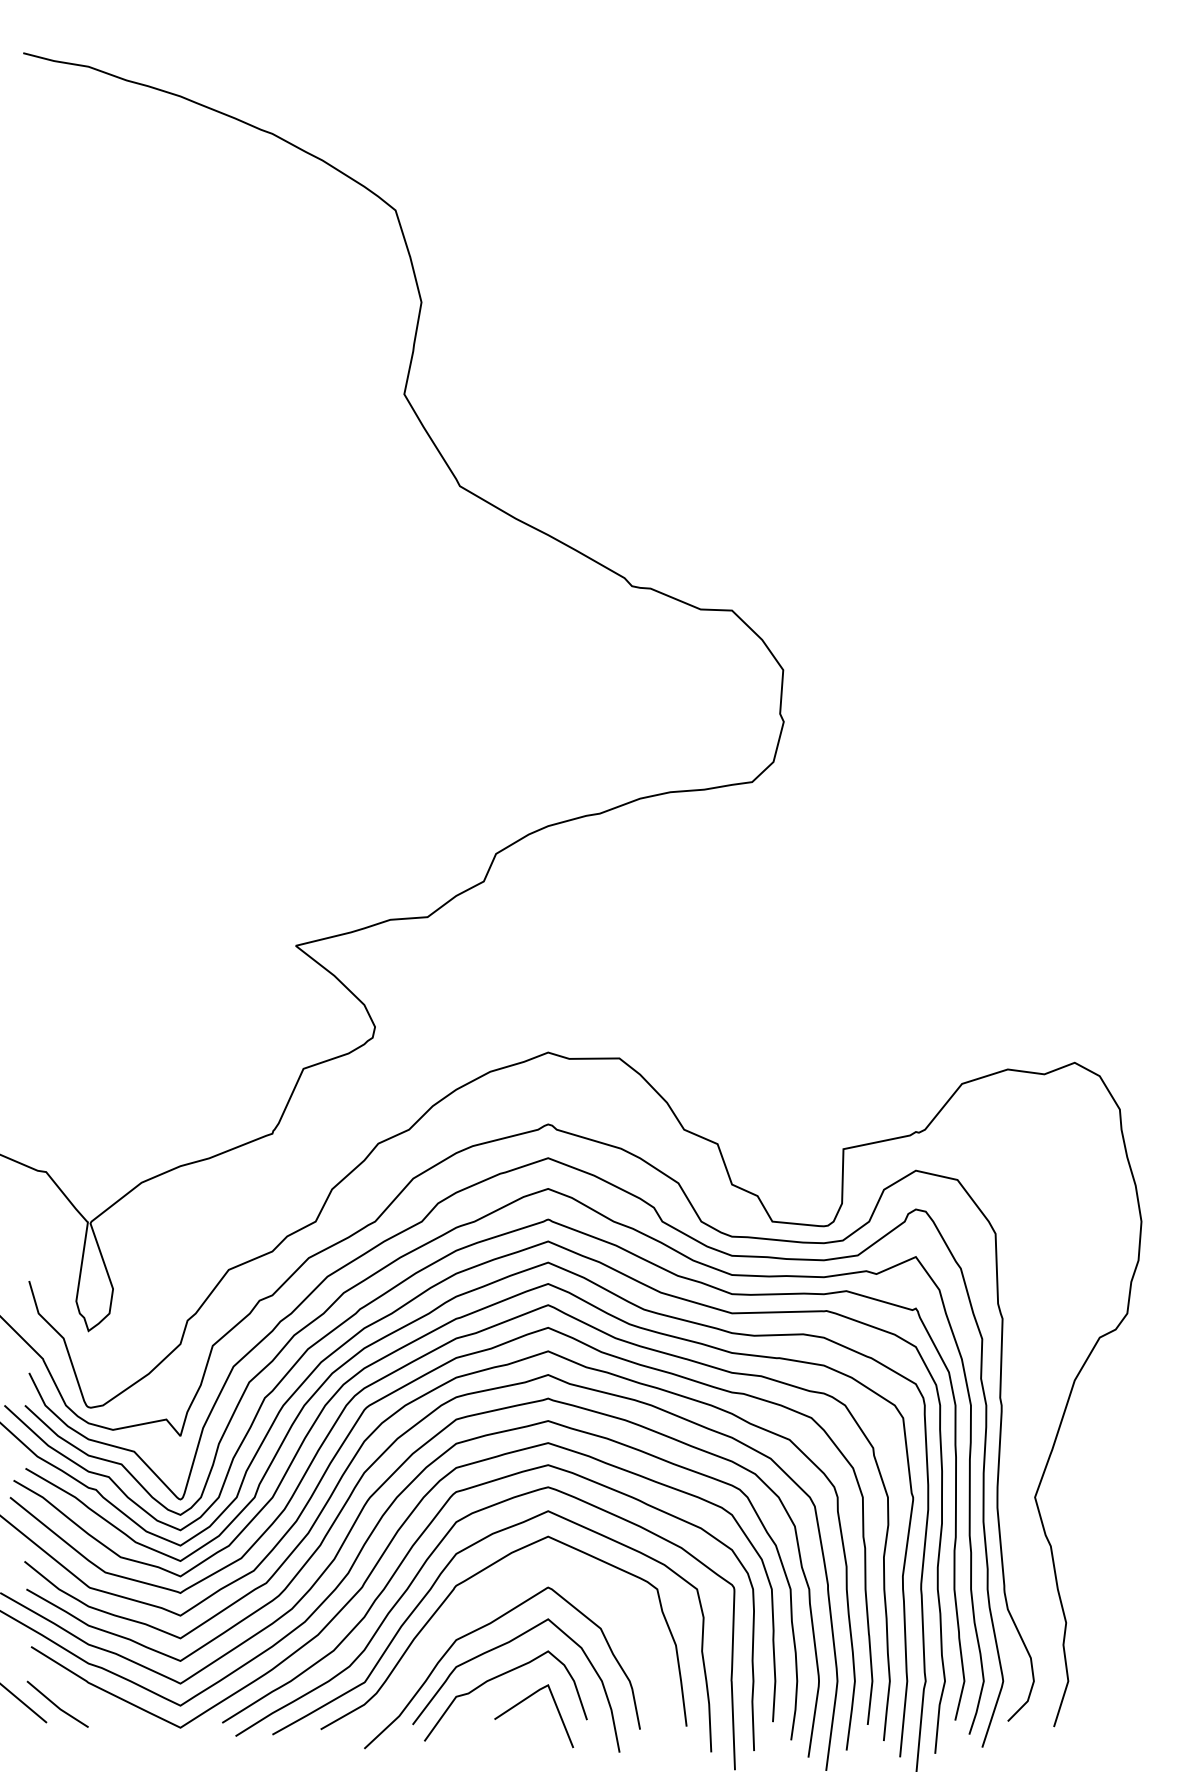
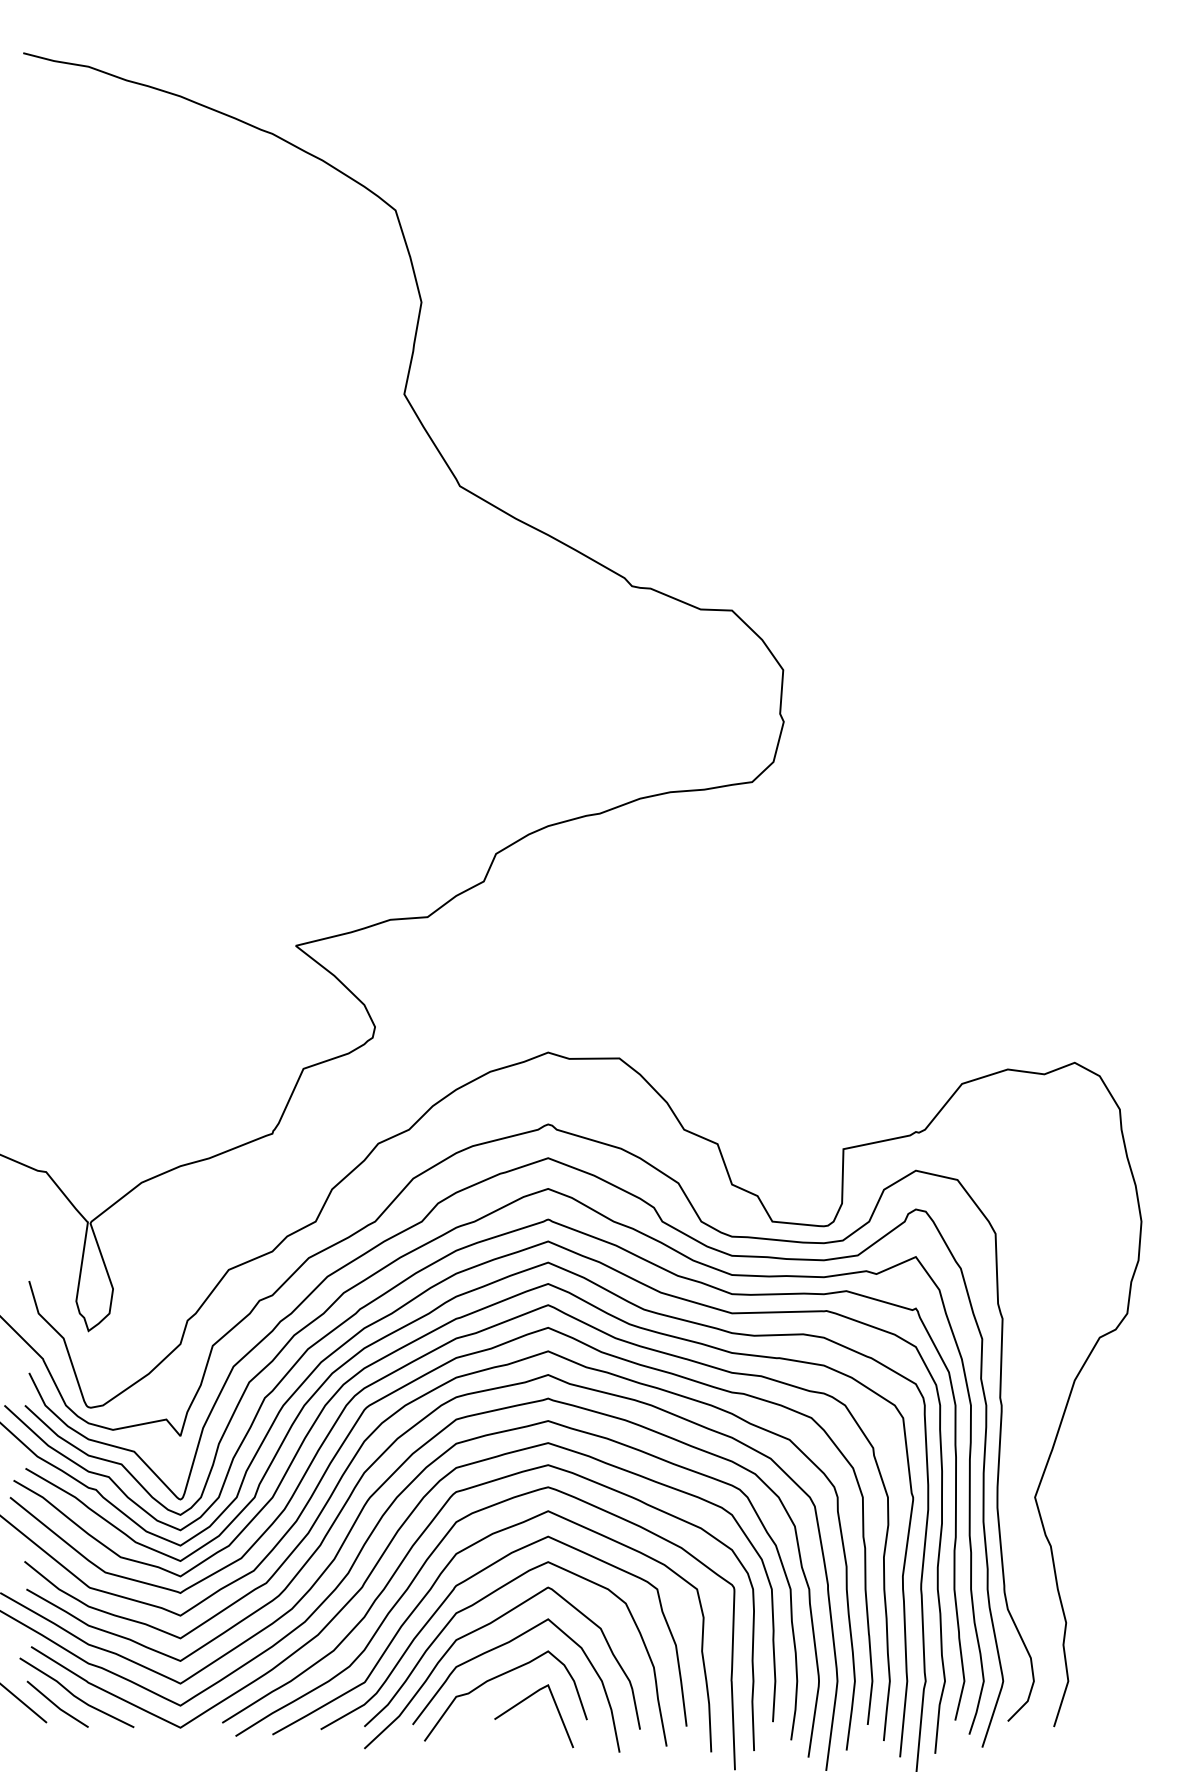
curve at (482, 1600): none -> present
line at (74, 1694): none -> present
